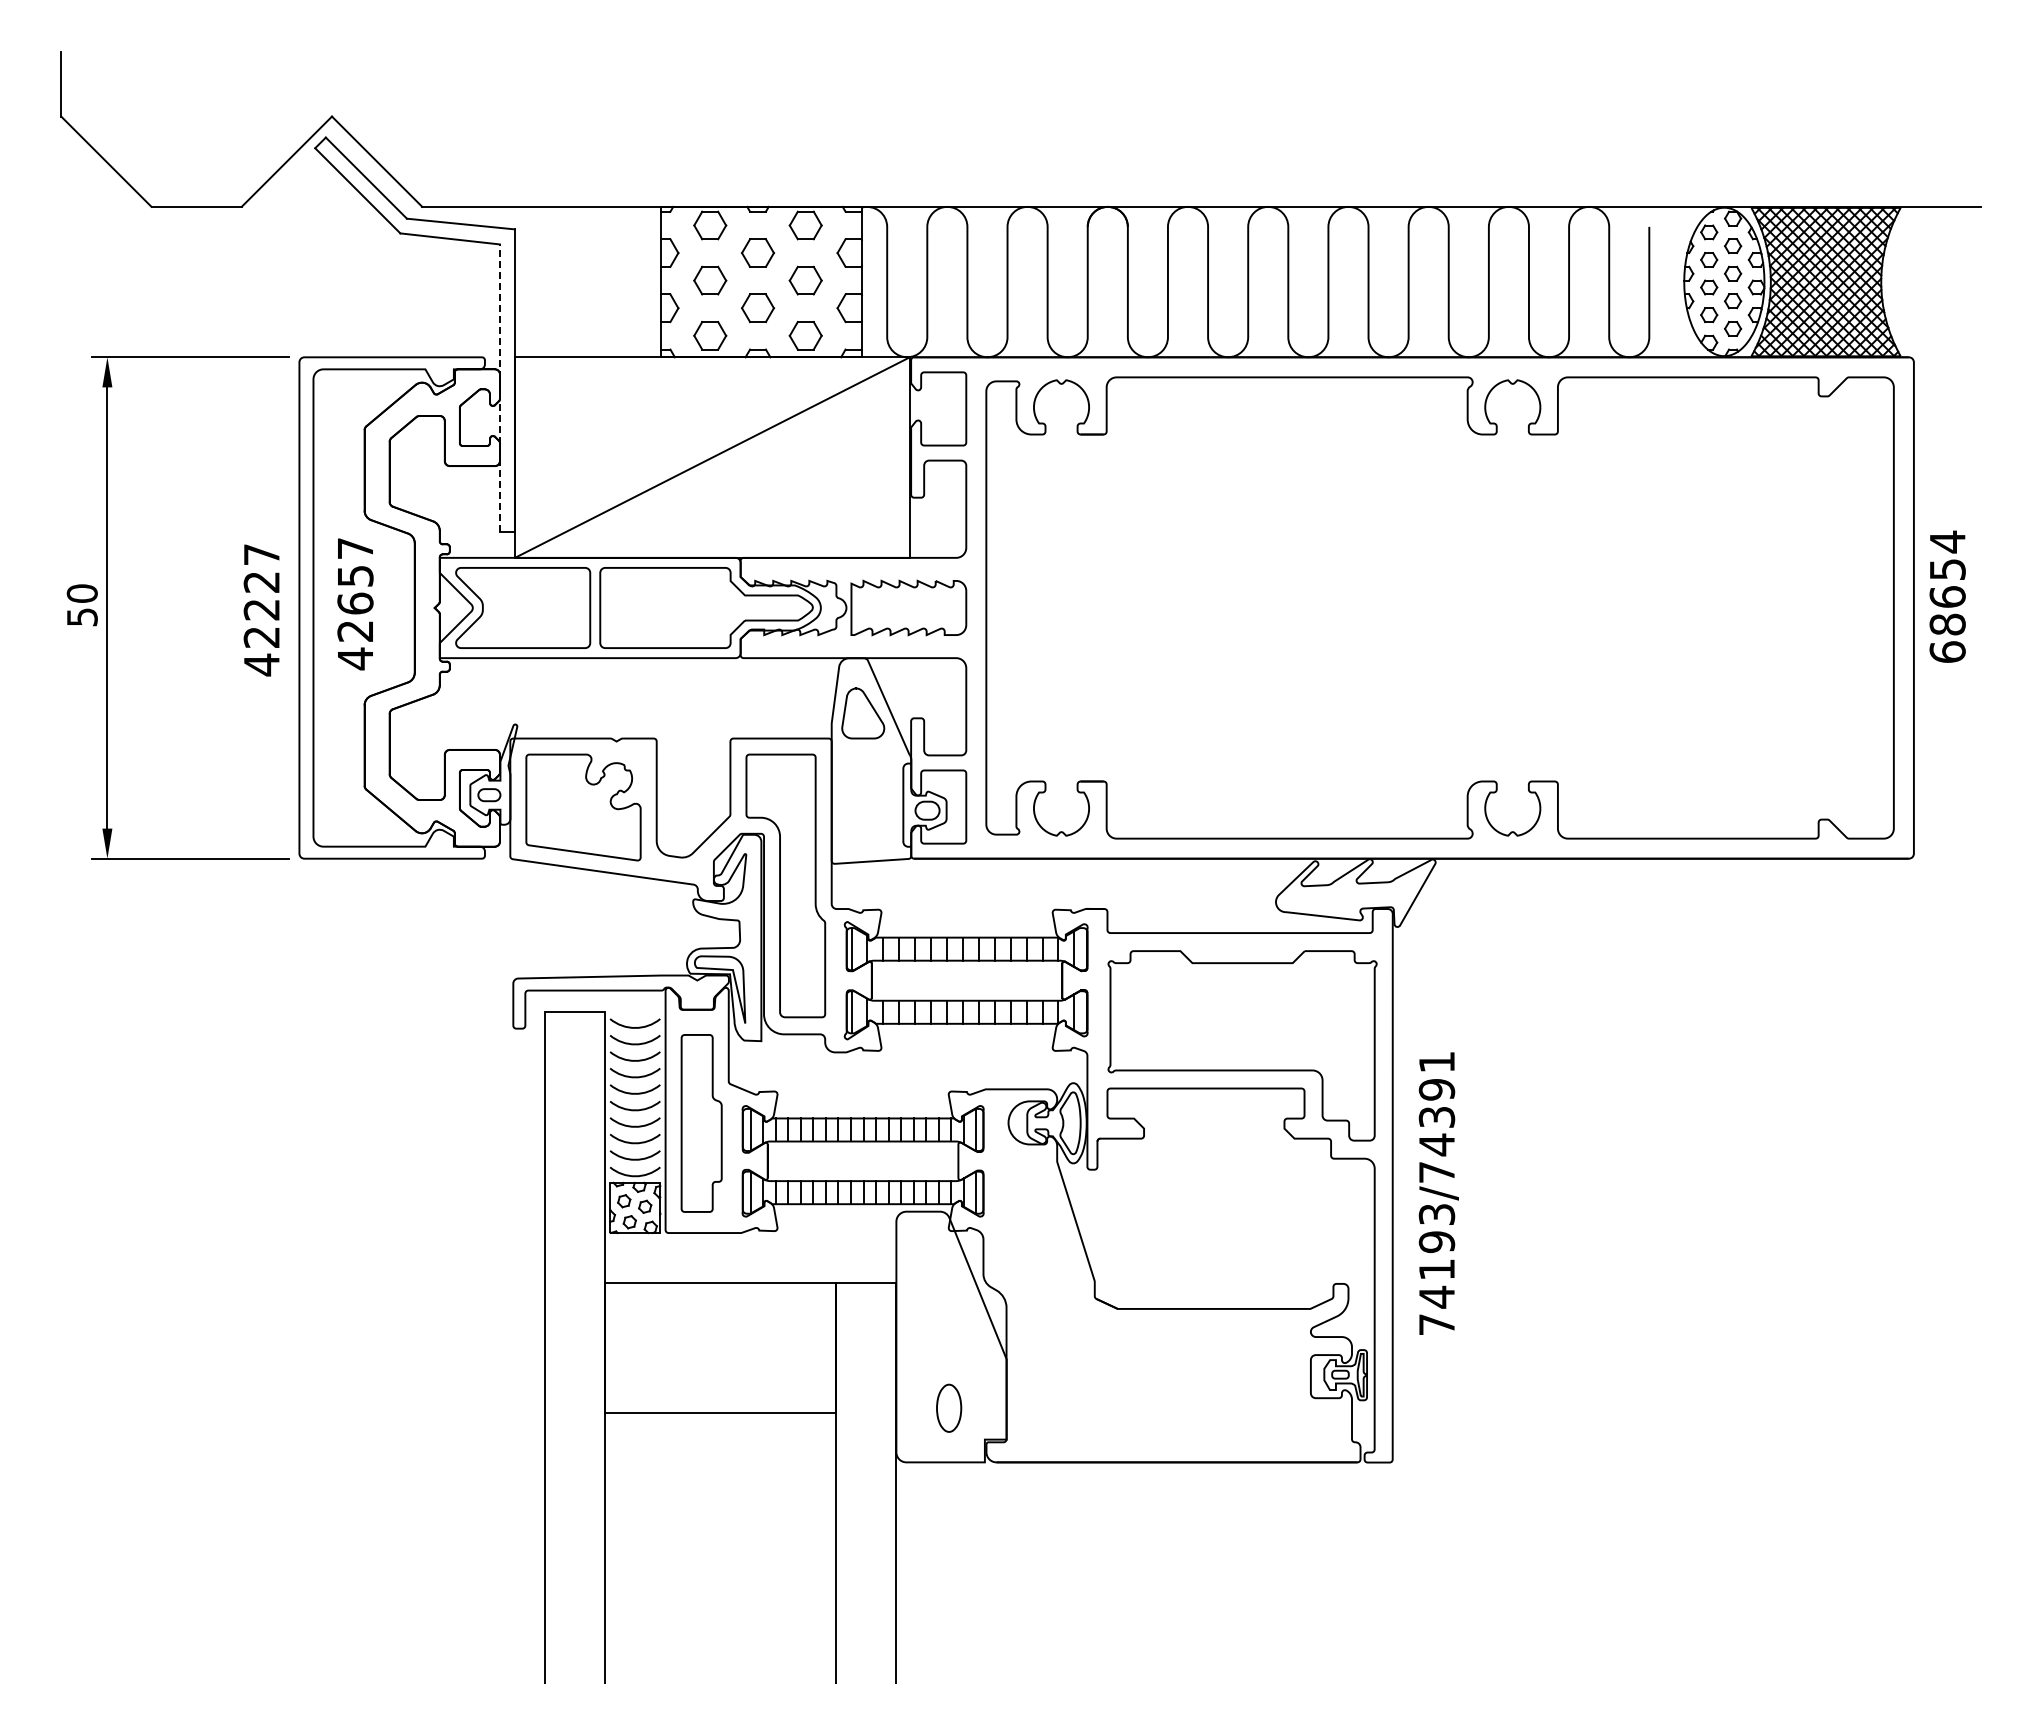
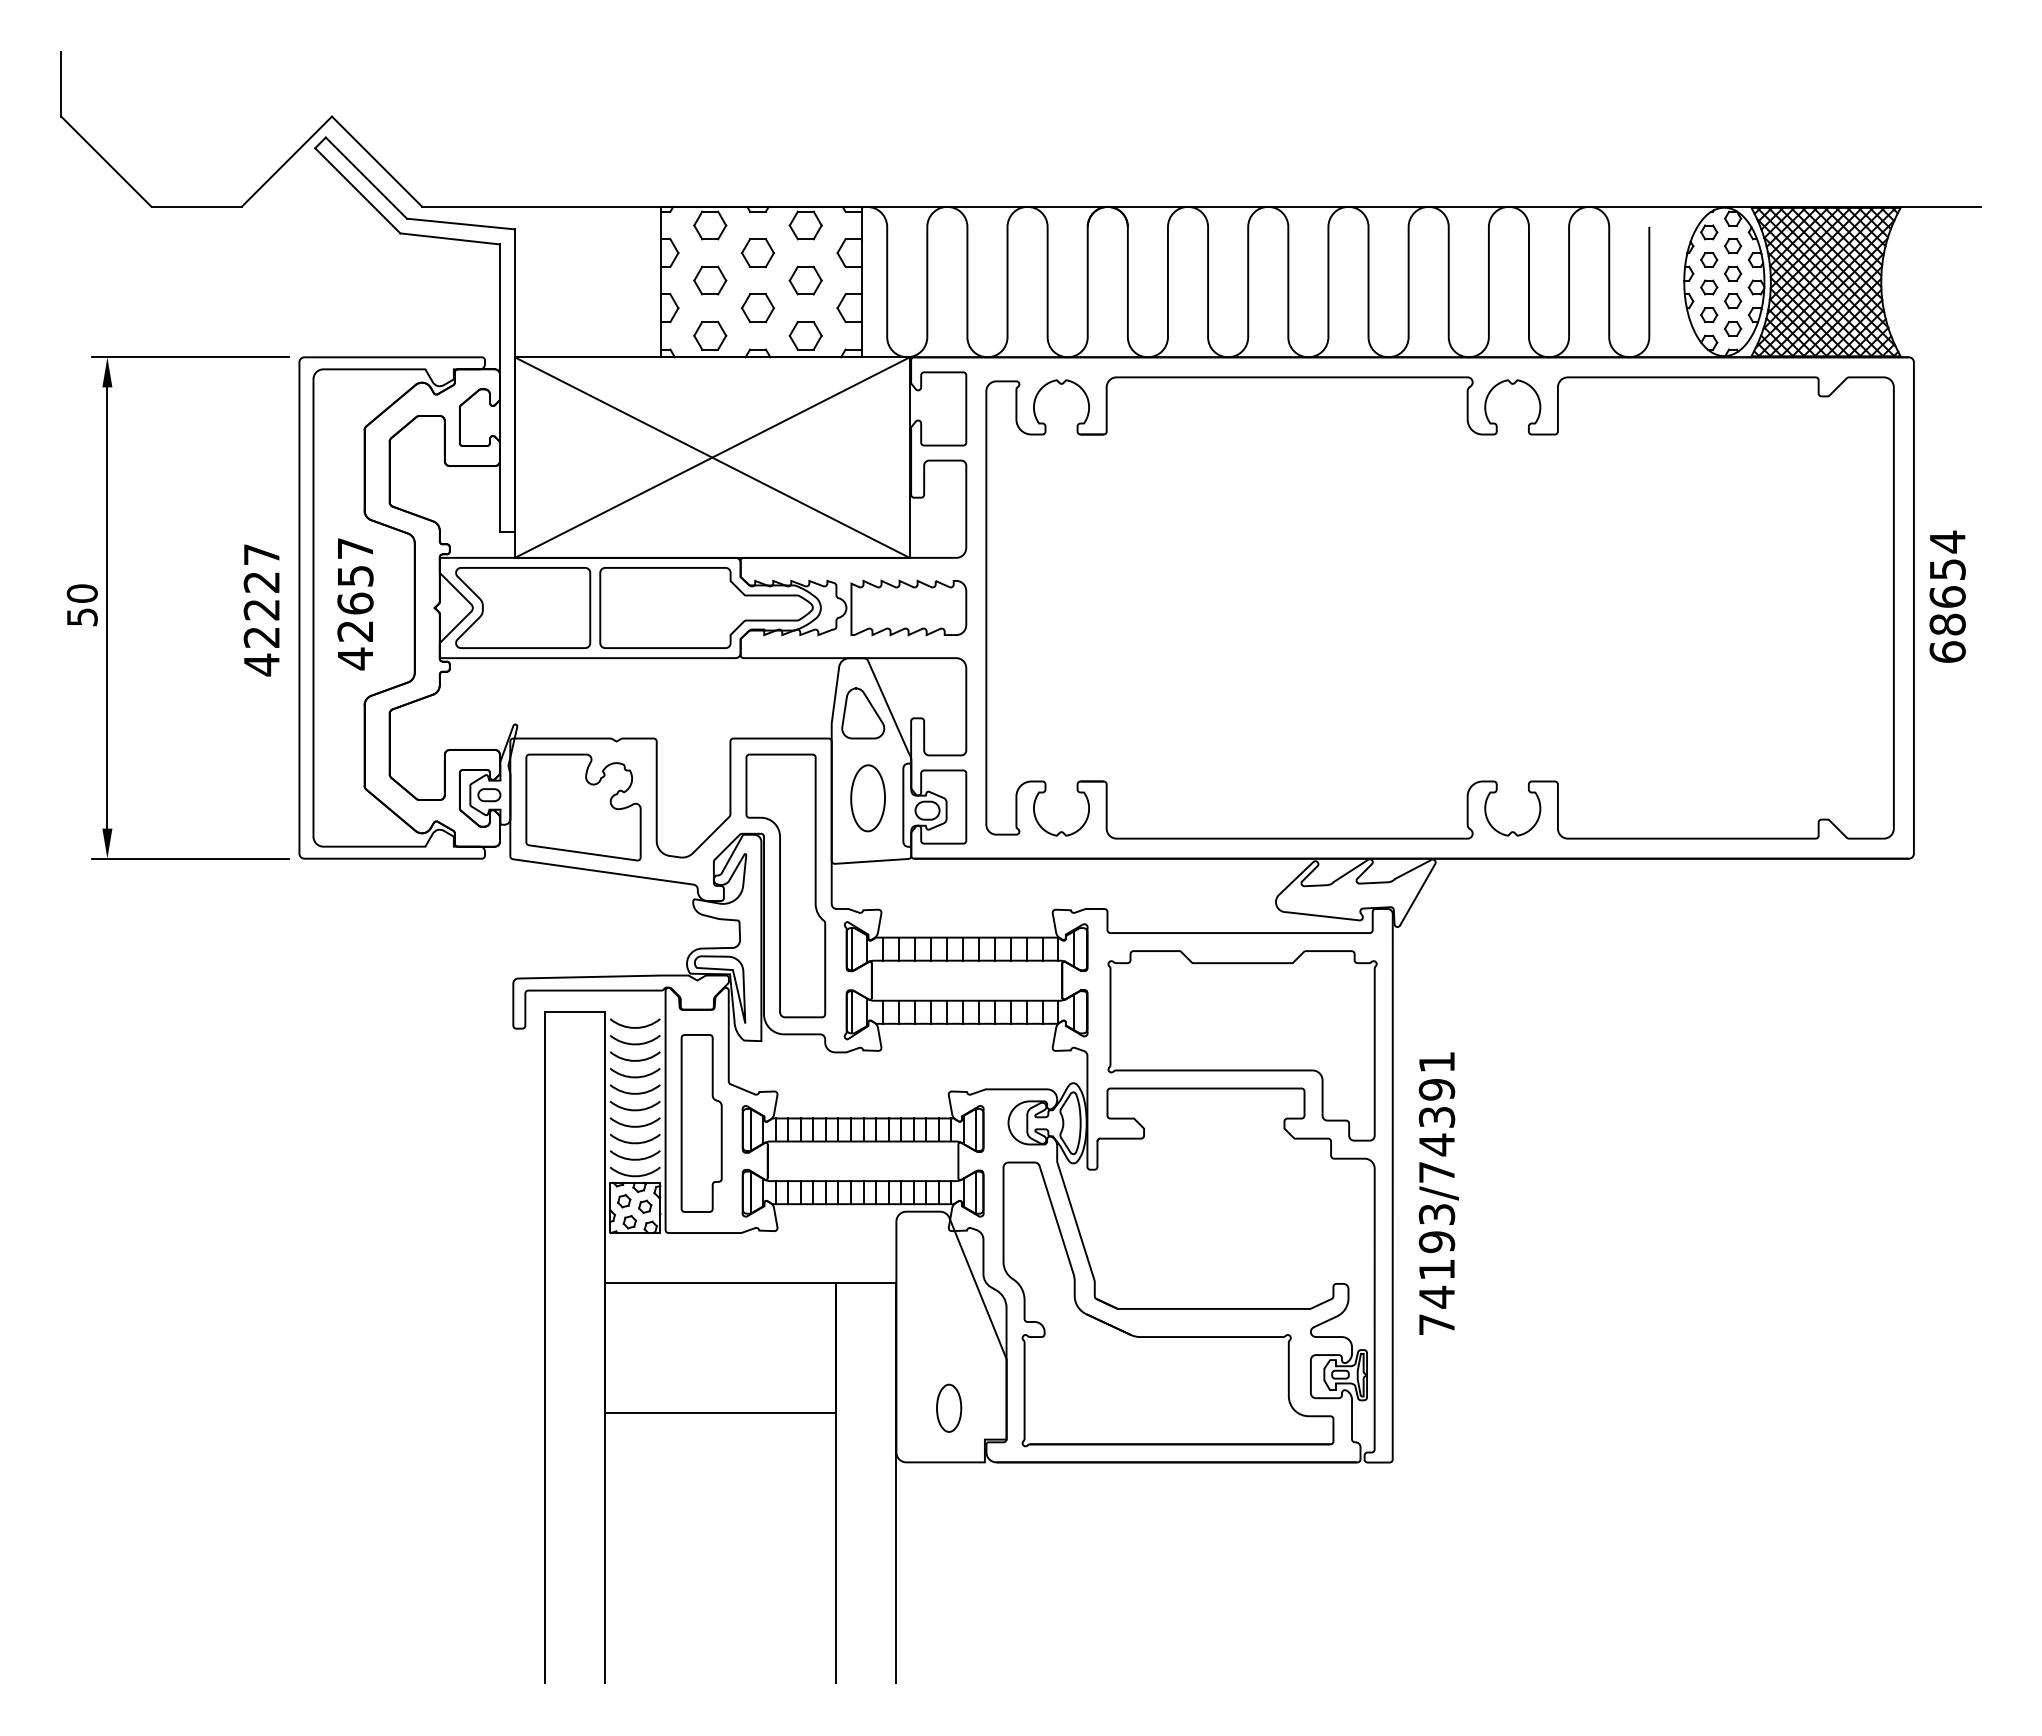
line at (499, 388): dashed -> solid
line at (712, 457): none -> present
part at (867, 798): none -> present
part at (1168, 1336): none -> present
